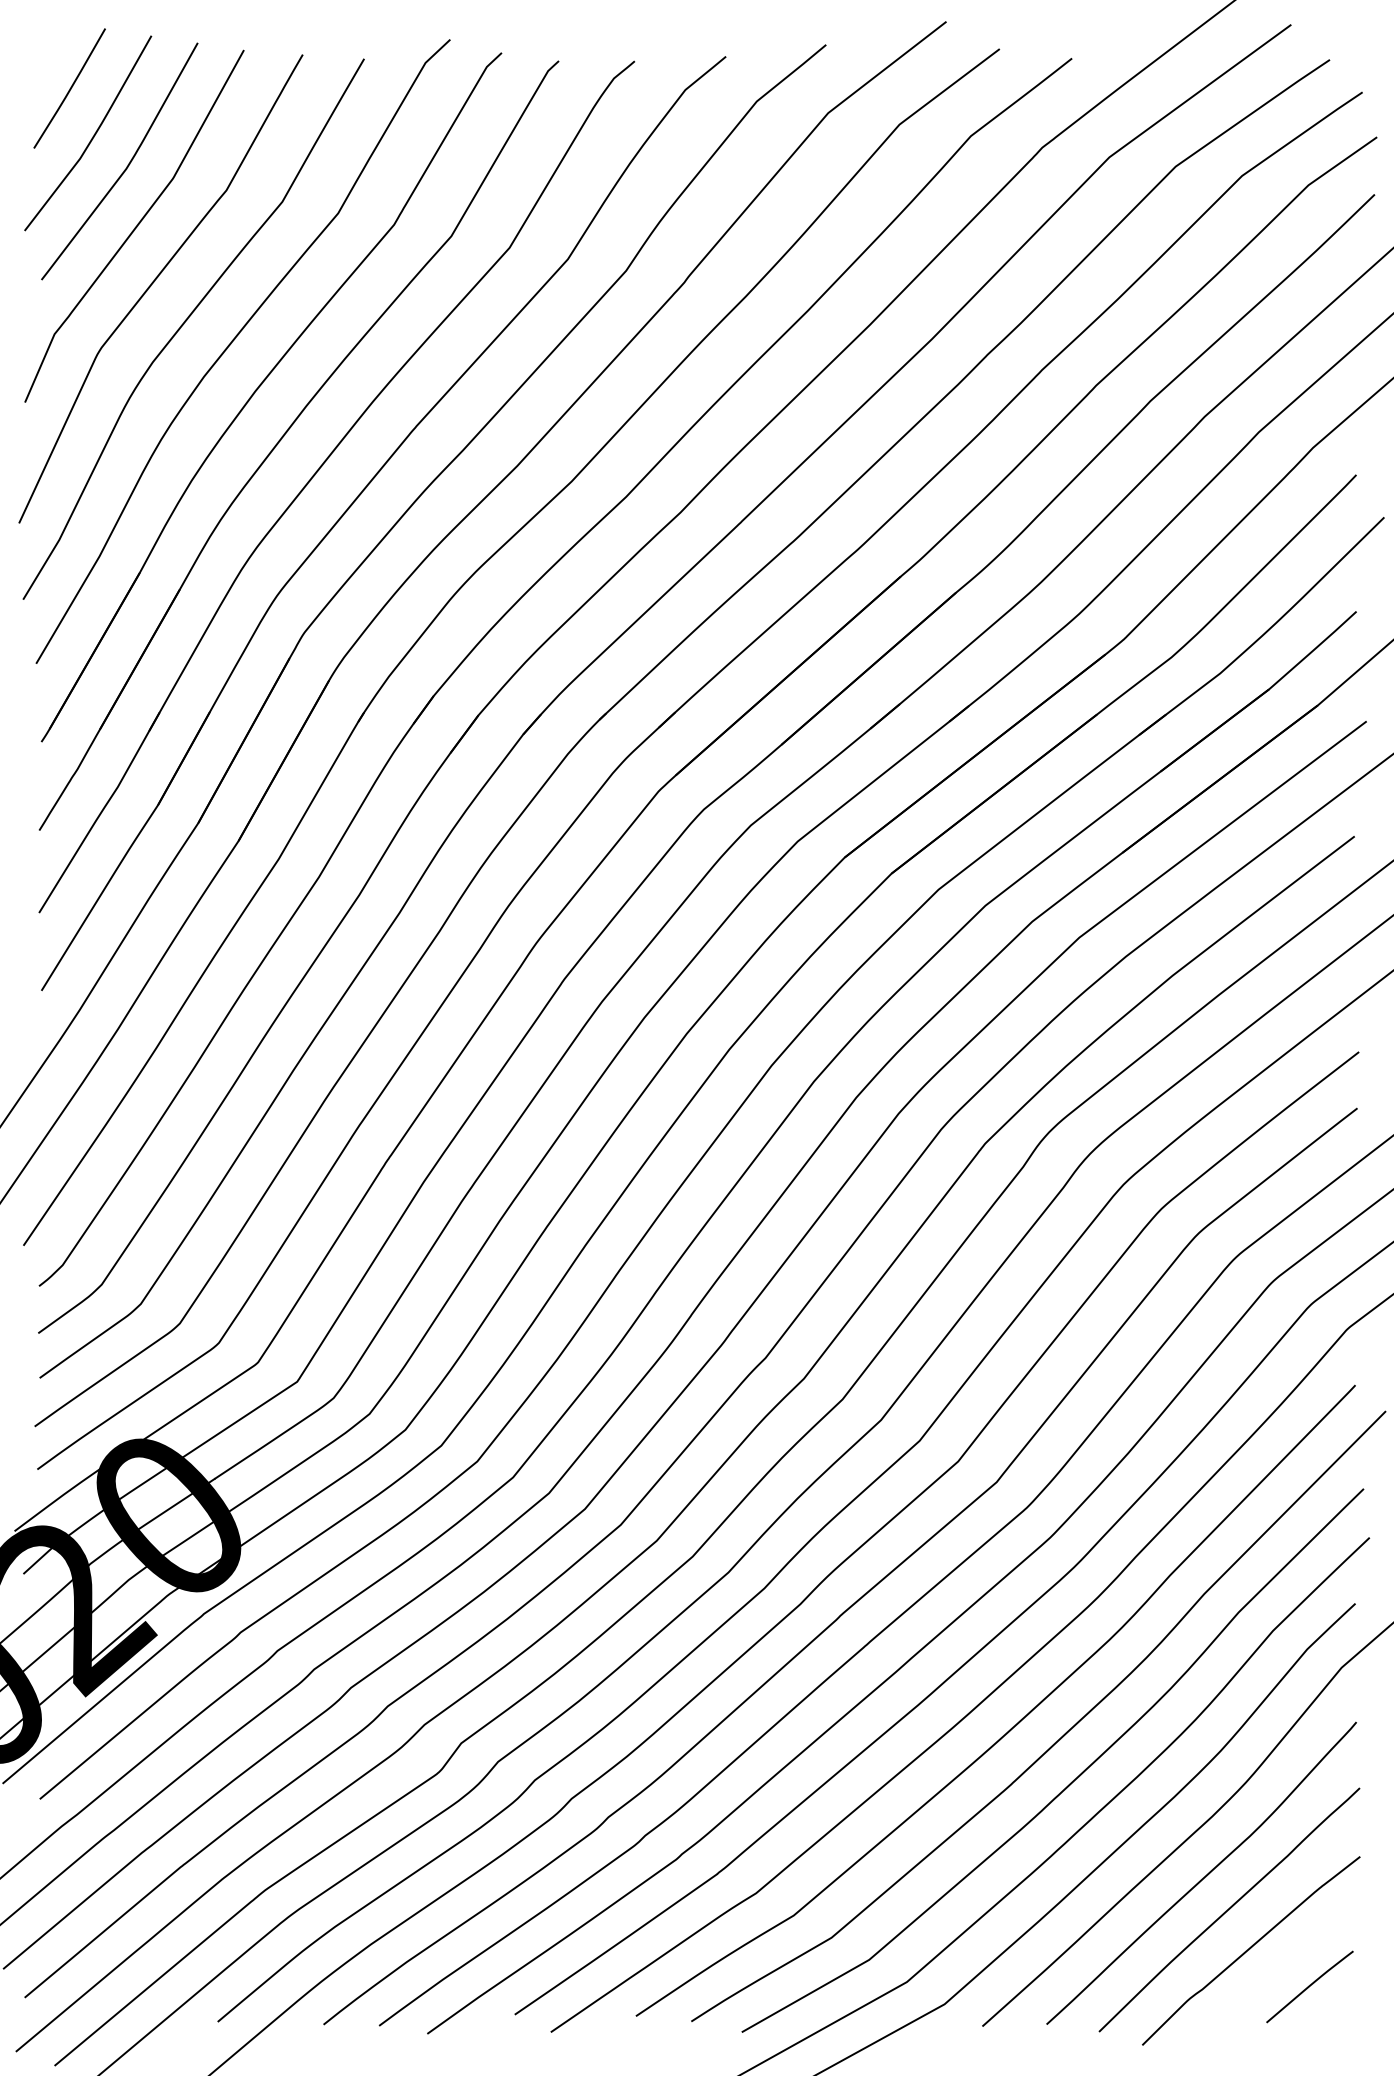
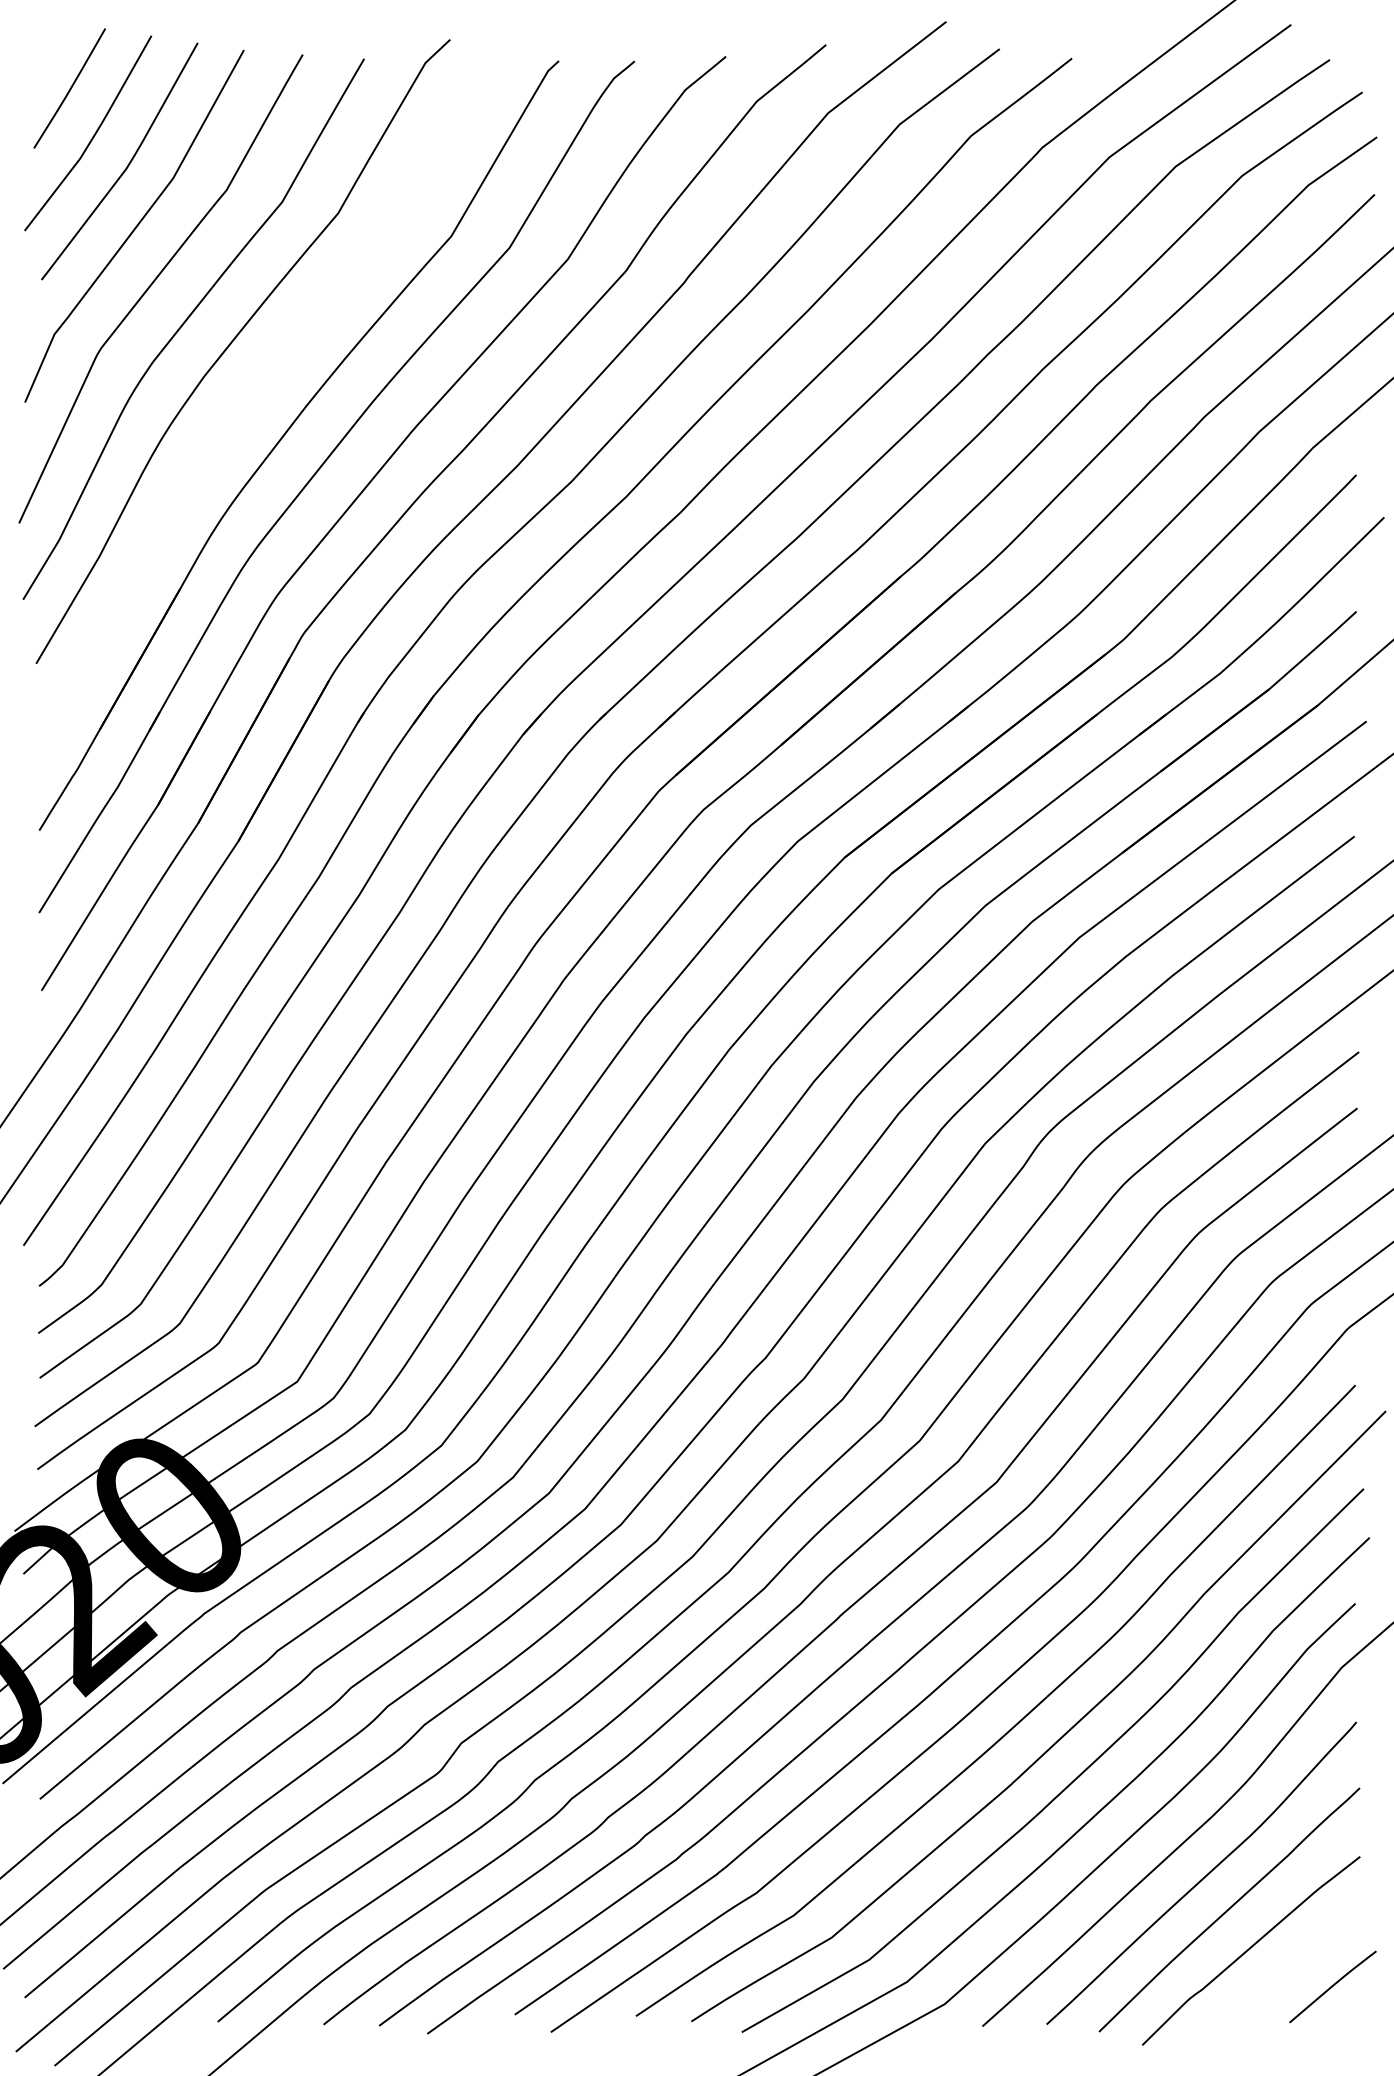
part at (258, 389): present -> none
curve at (1309, 1986) position: (1309, 1986) -> (1332, 1986)
